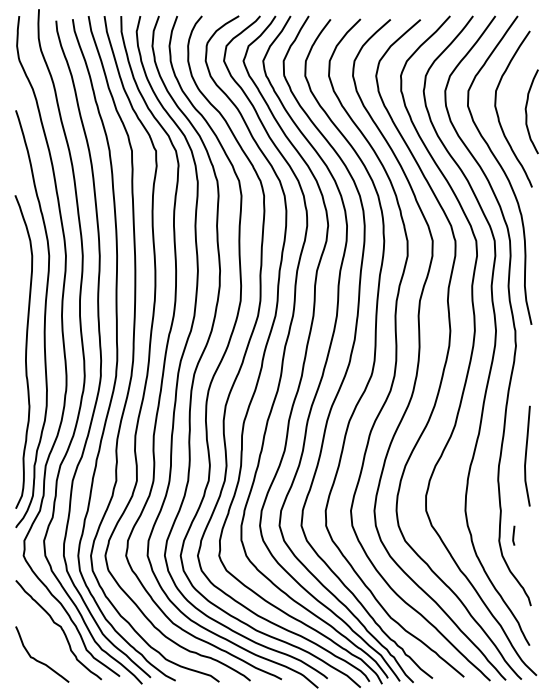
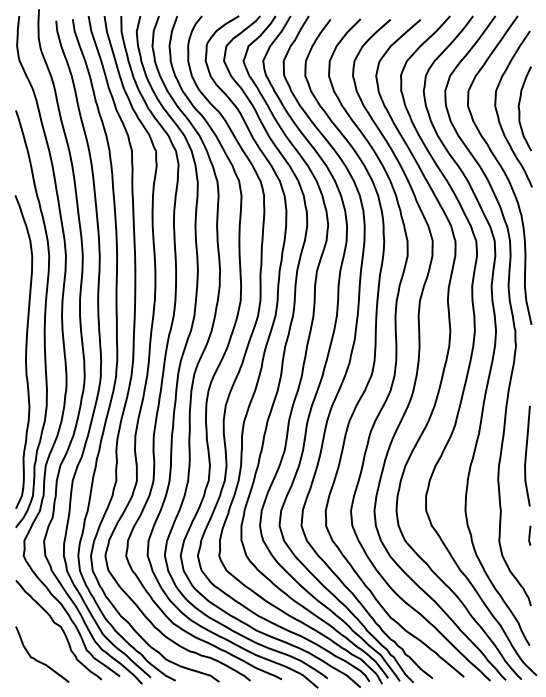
curve at (527, 113) position: (527, 113) -> (520, 110)
line at (513, 535) position: (513, 535) -> (529, 535)
